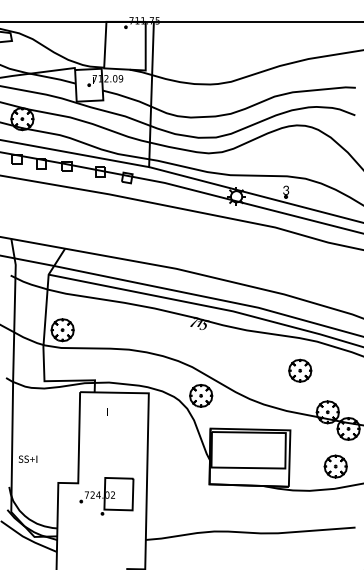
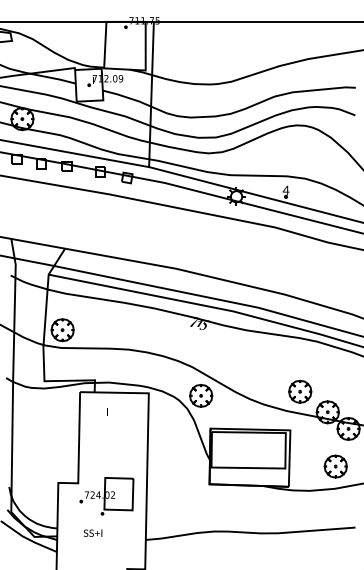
text at (285, 189): 3 -> 4
part at (300, 370) position: (300, 370) -> (300, 391)
text at (28, 458) position: (28, 458) -> (93, 532)
